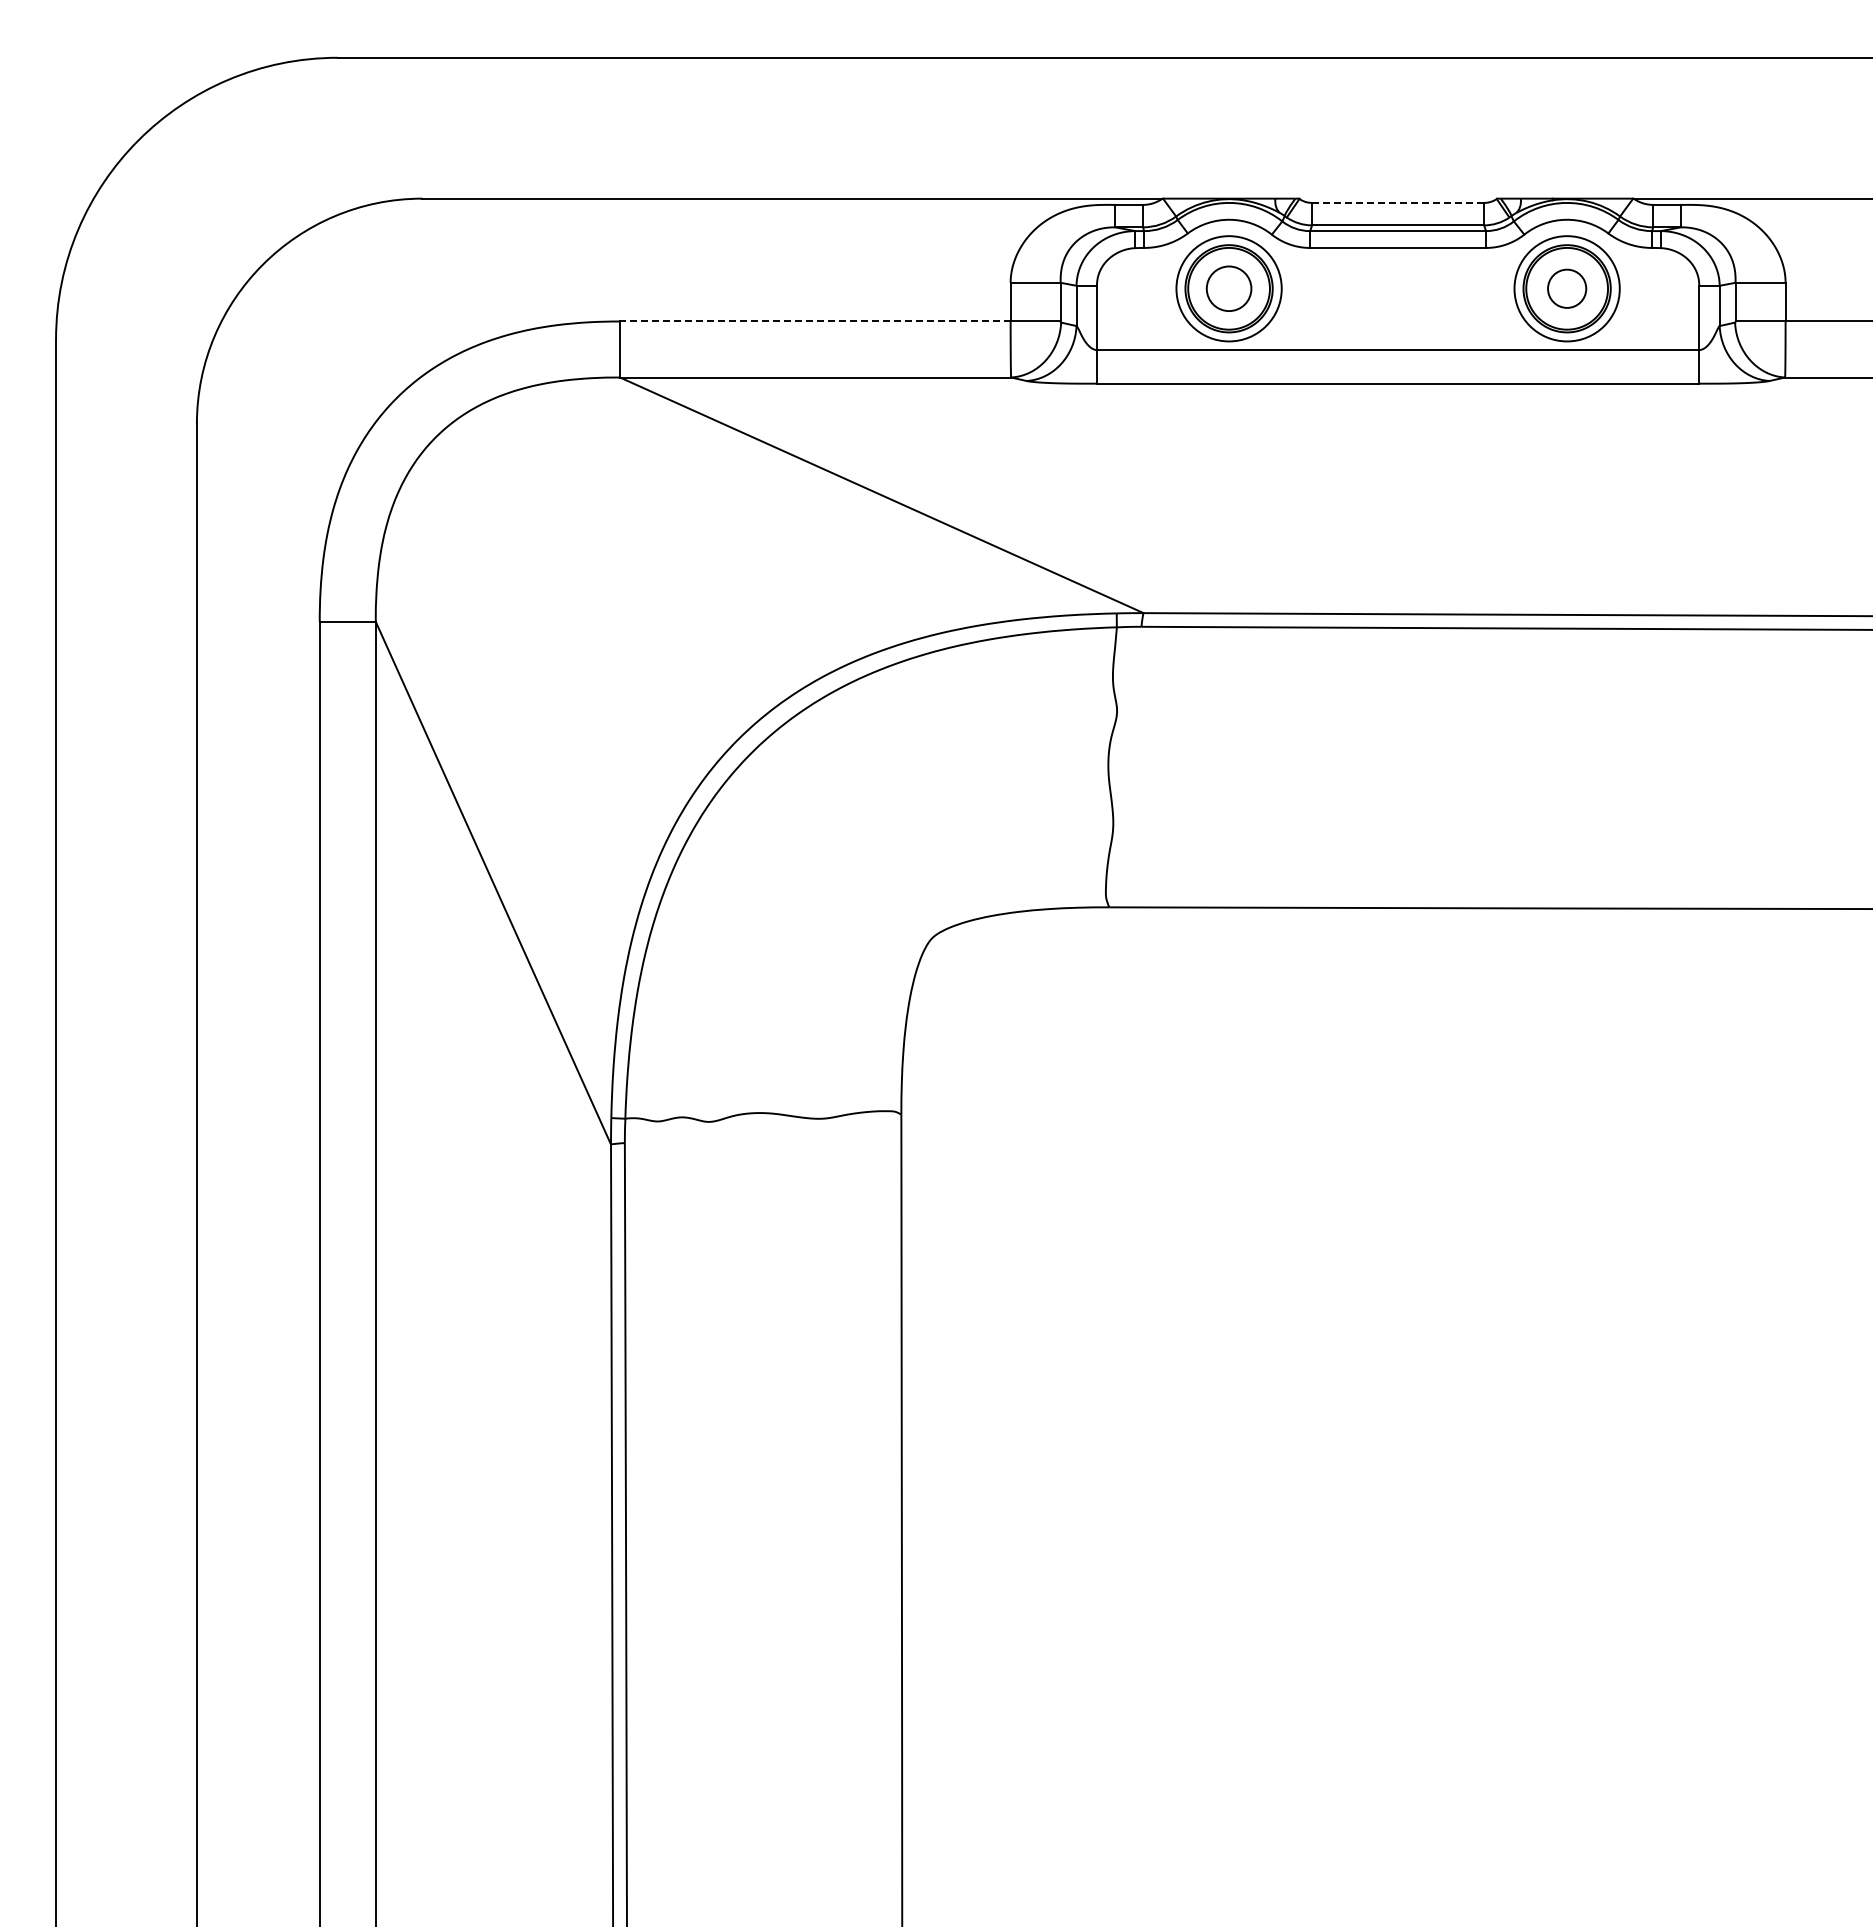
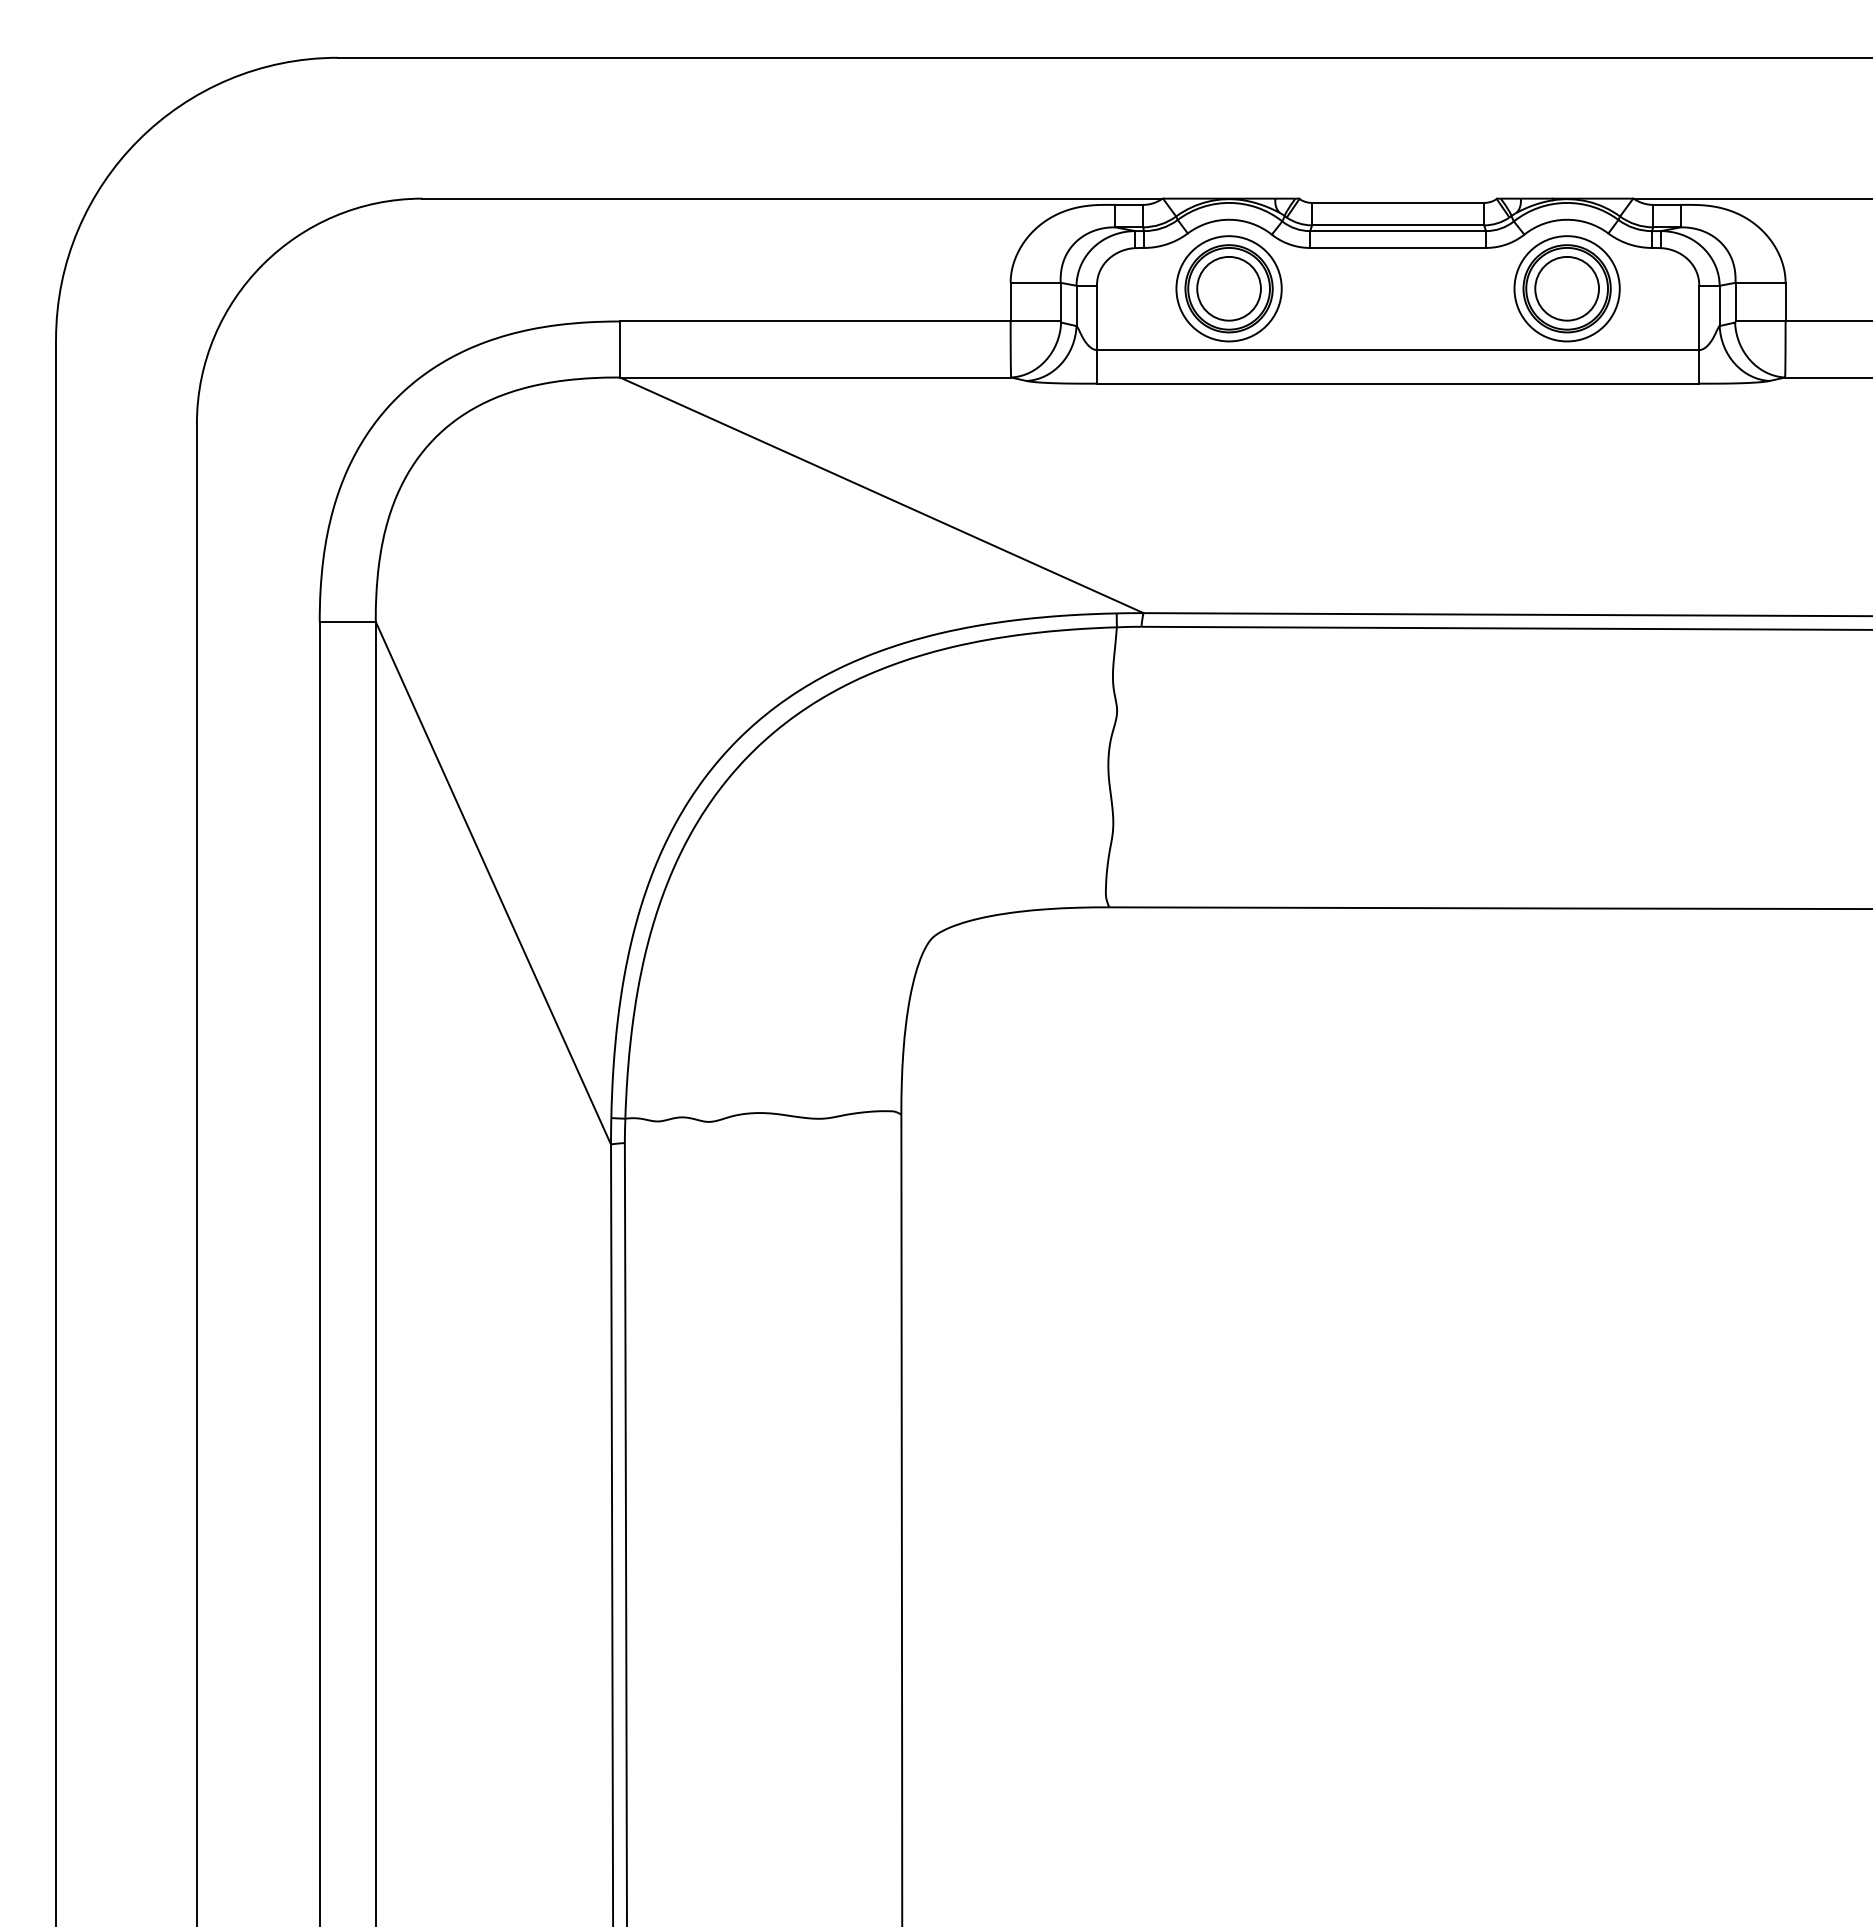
line at (1398, 202): dashed -> solid
circle at (1228, 288) diameter: 45 px -> 64 px
circle at (1567, 288) diameter: 38 px -> 64 px
line at (814, 321): dashed -> solid
